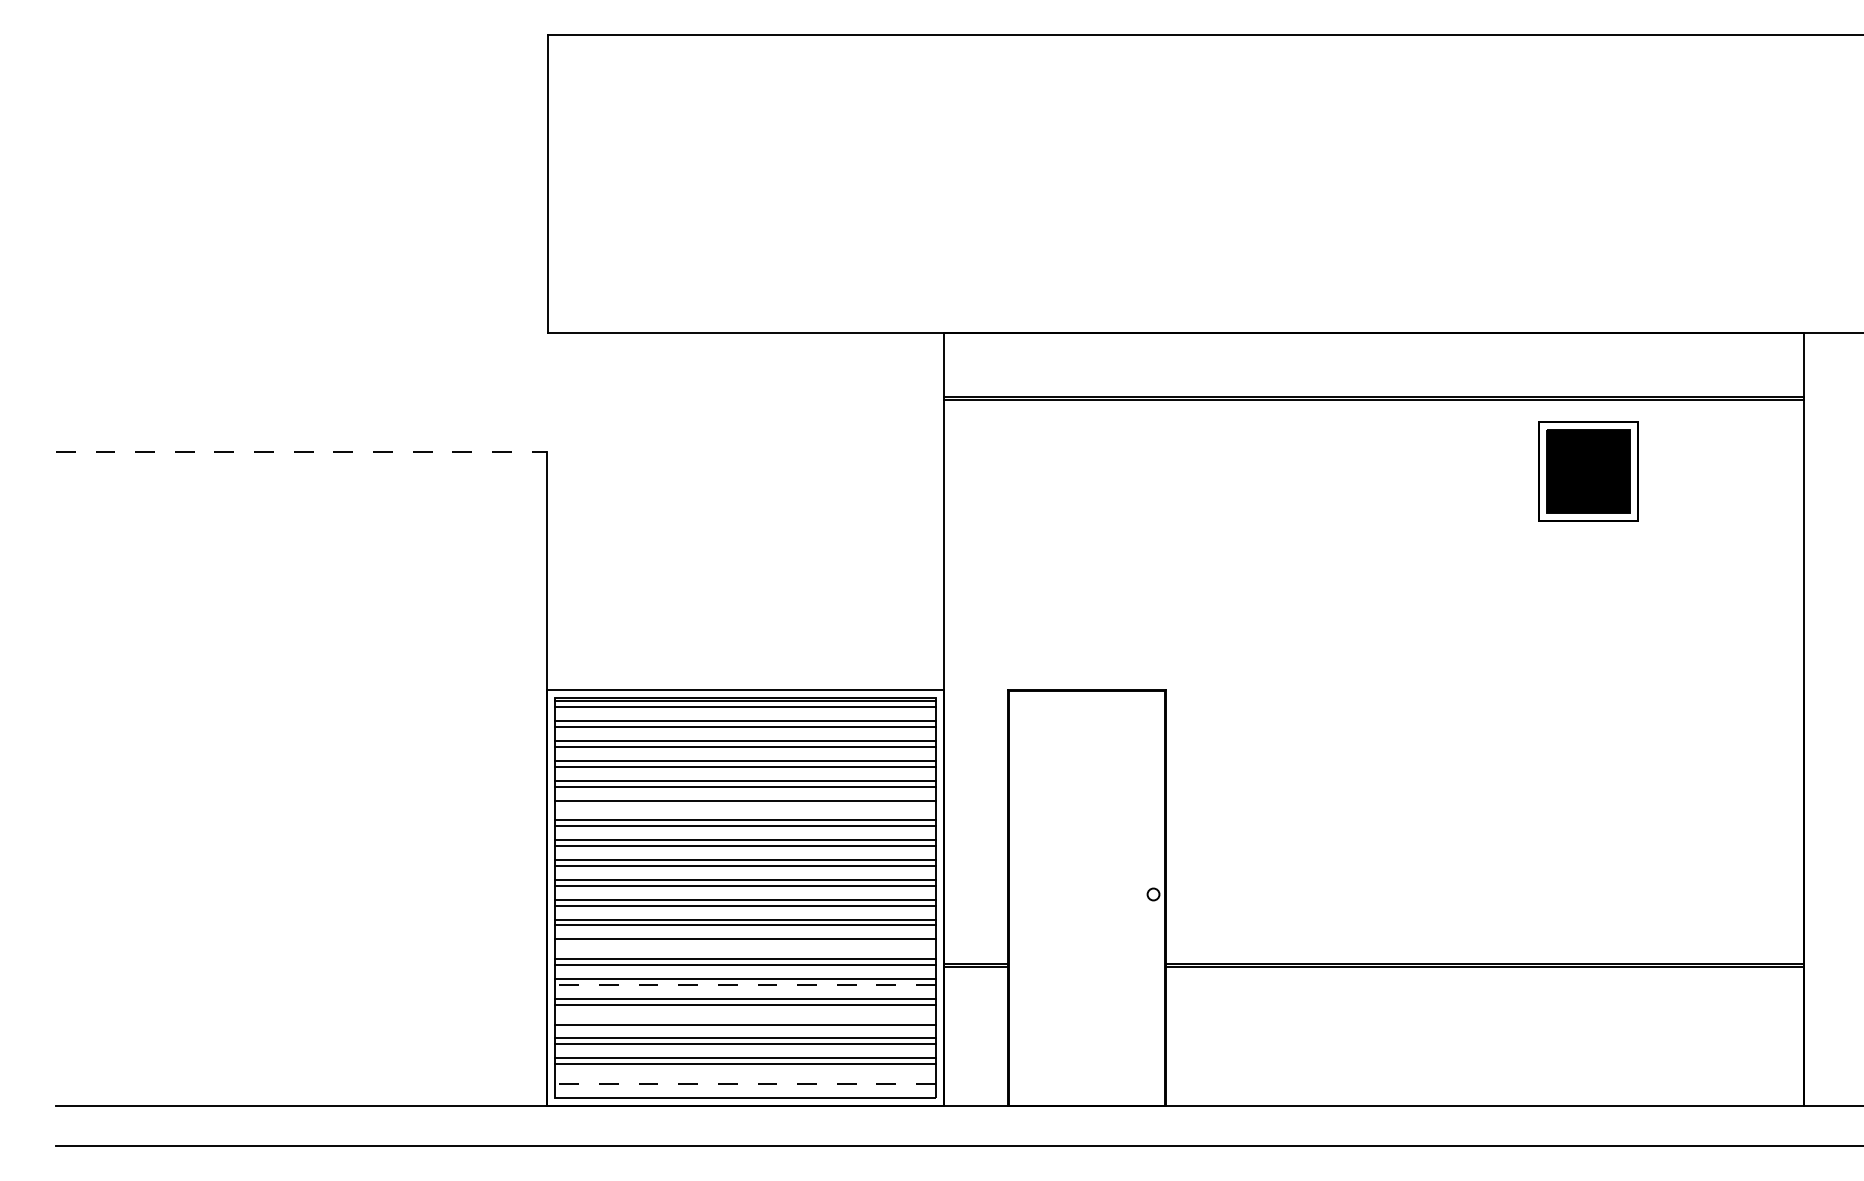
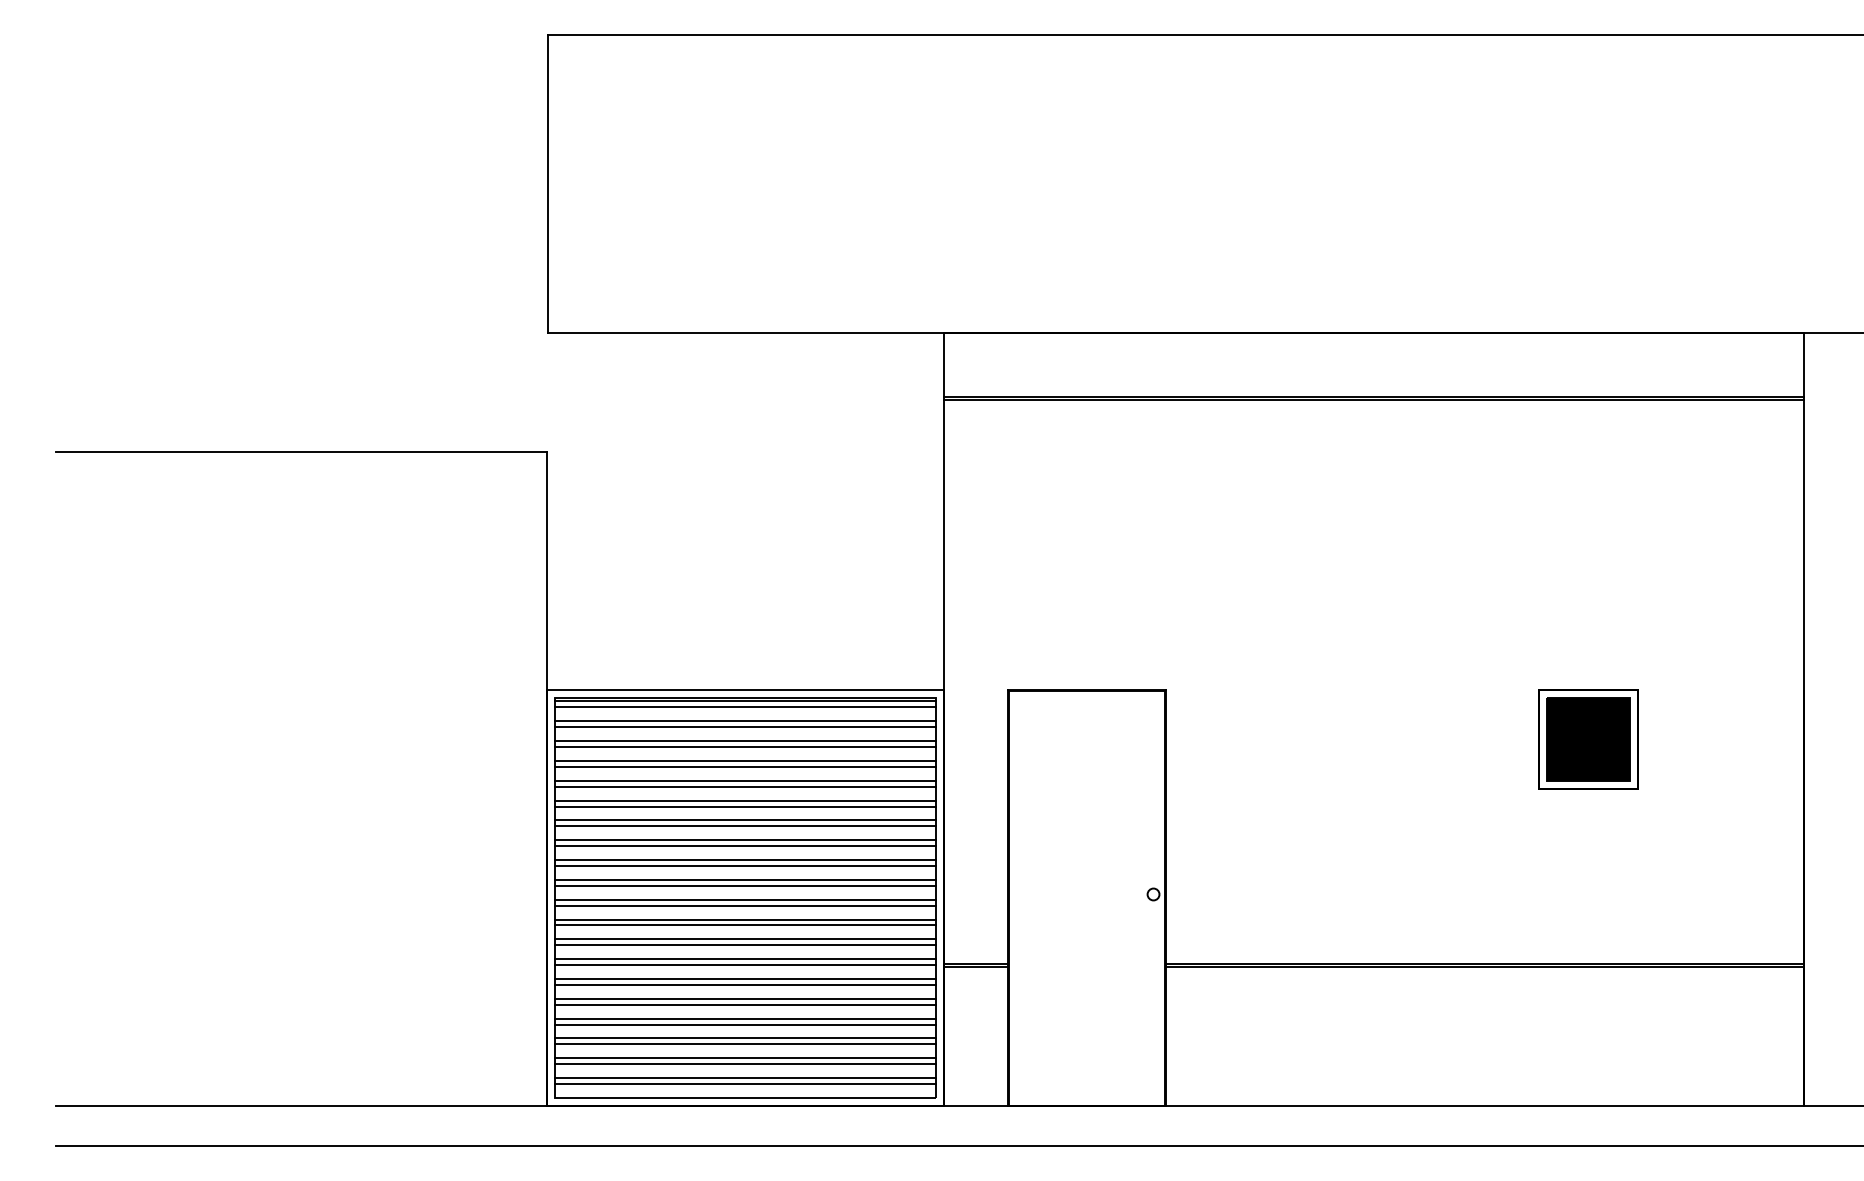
line at (301, 451): dashed -> solid
part at (1588, 471) position: (1588, 471) -> (1588, 739)
line at (745, 806): none -> present
line at (745, 945): none -> present
line at (745, 984): dashed -> solid
line at (745, 1018): none -> present
line at (745, 1078): none -> present
line at (745, 1084): dashed -> solid
